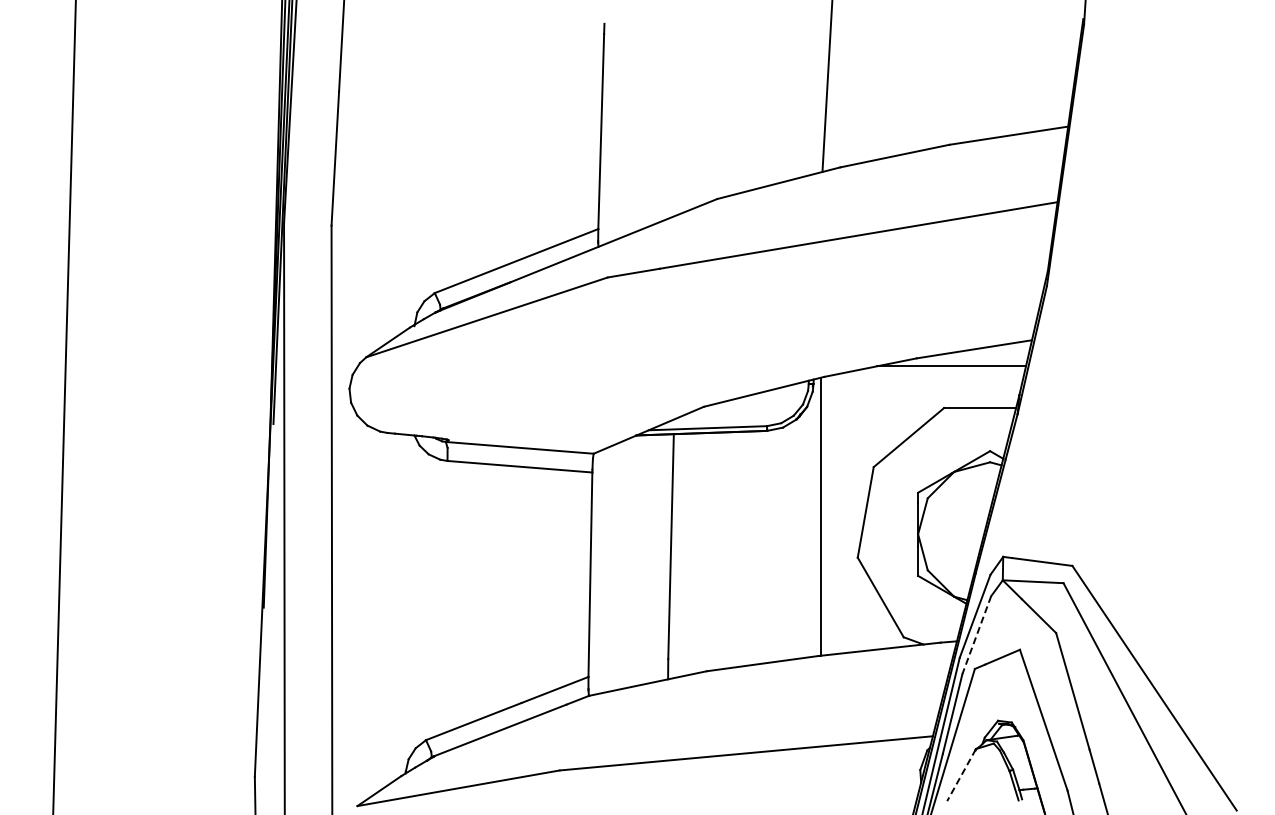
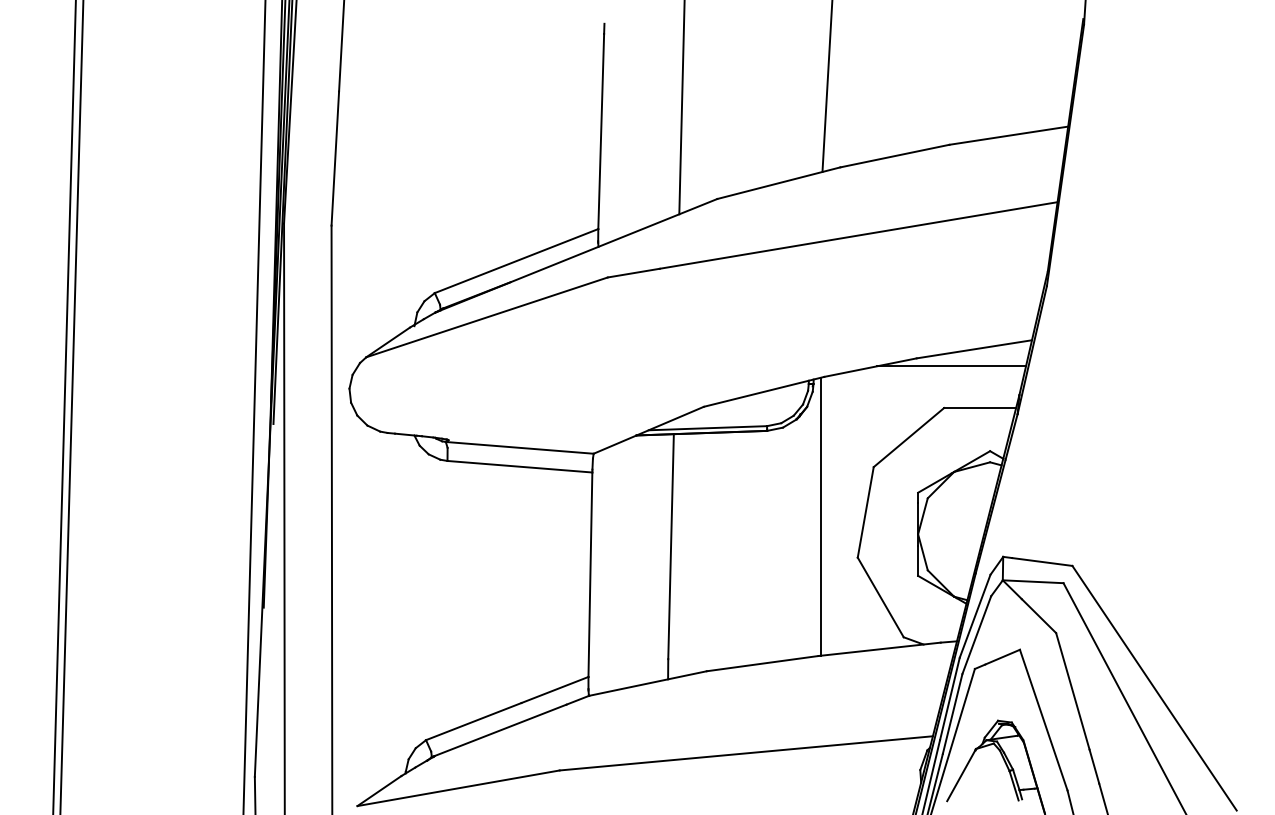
line at (681, 108): none -> present
line at (71, 406): none -> present
line at (254, 406): none -> present
line at (976, 635): dashed -> solid
line at (961, 775): dashed -> solid
